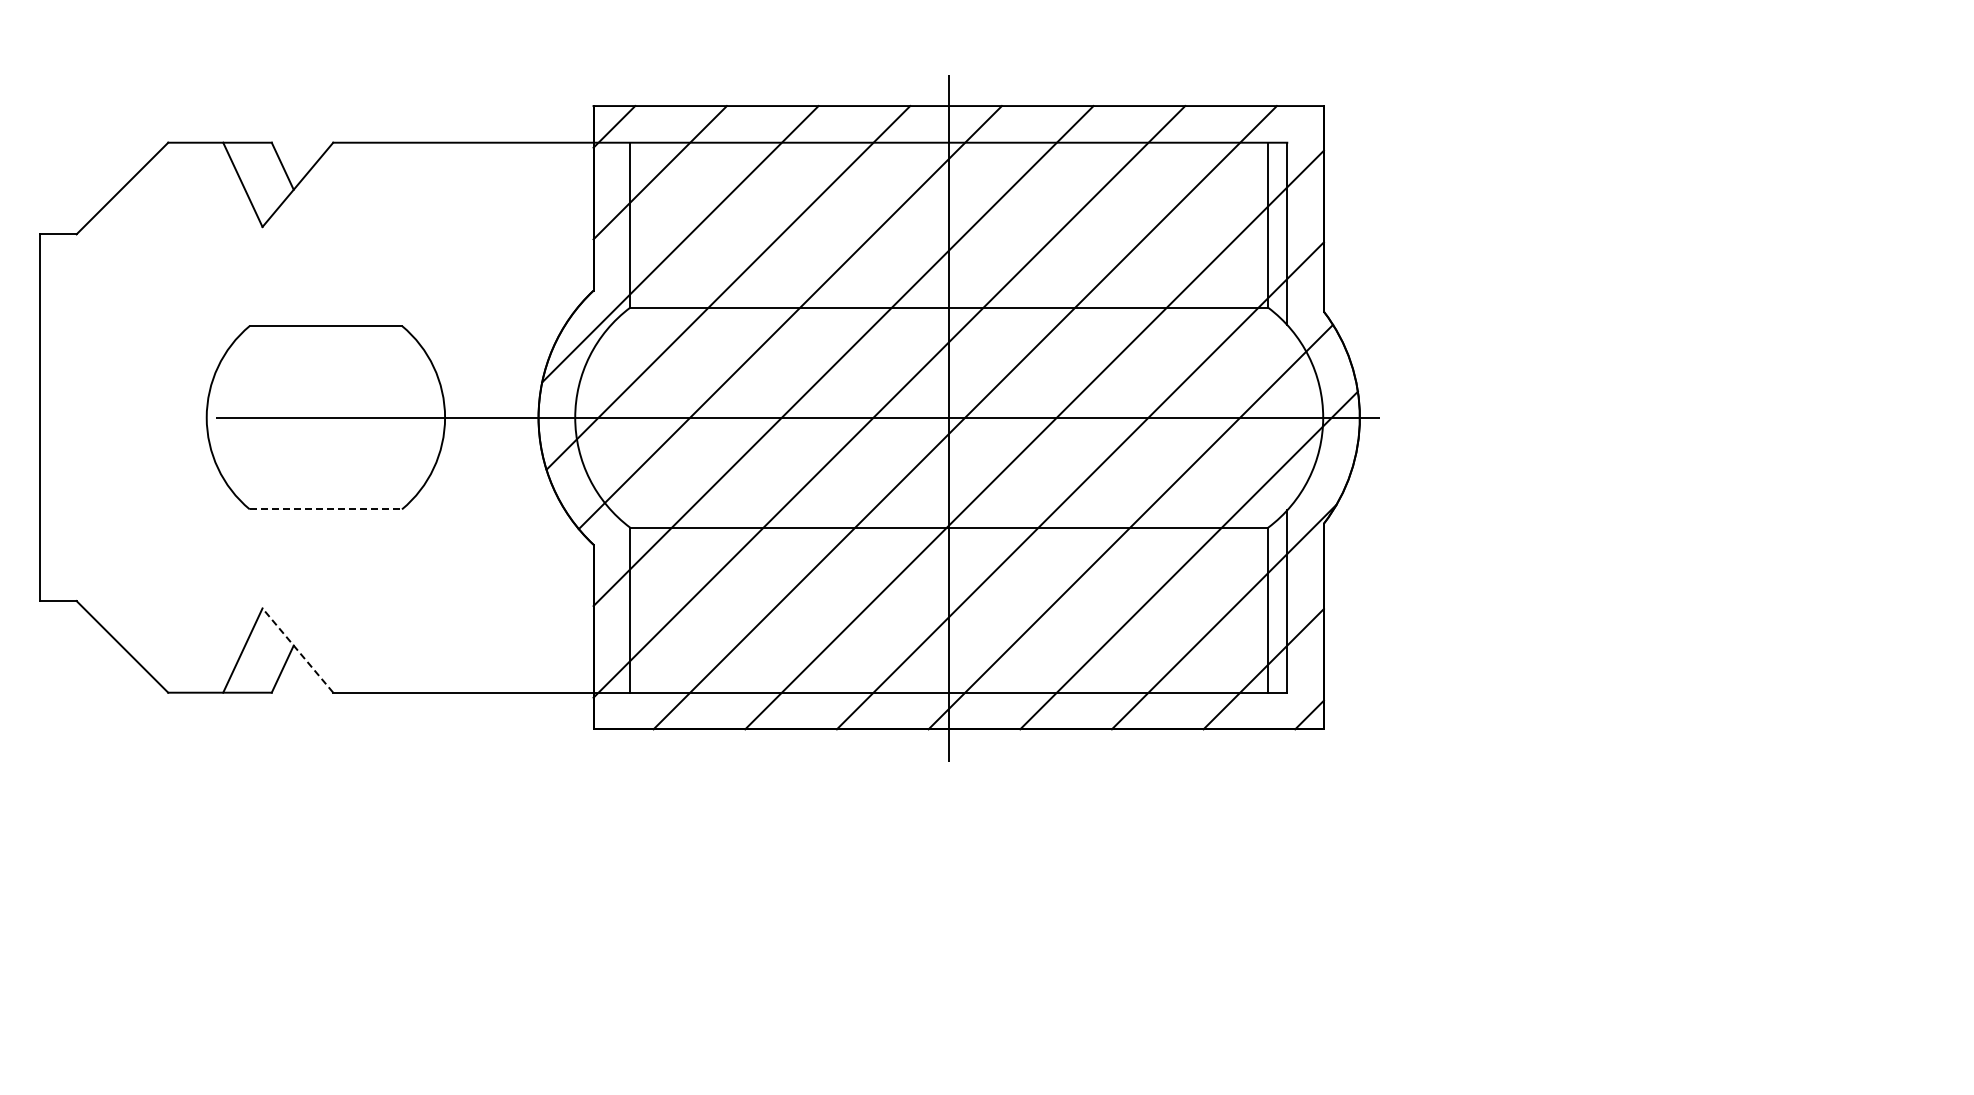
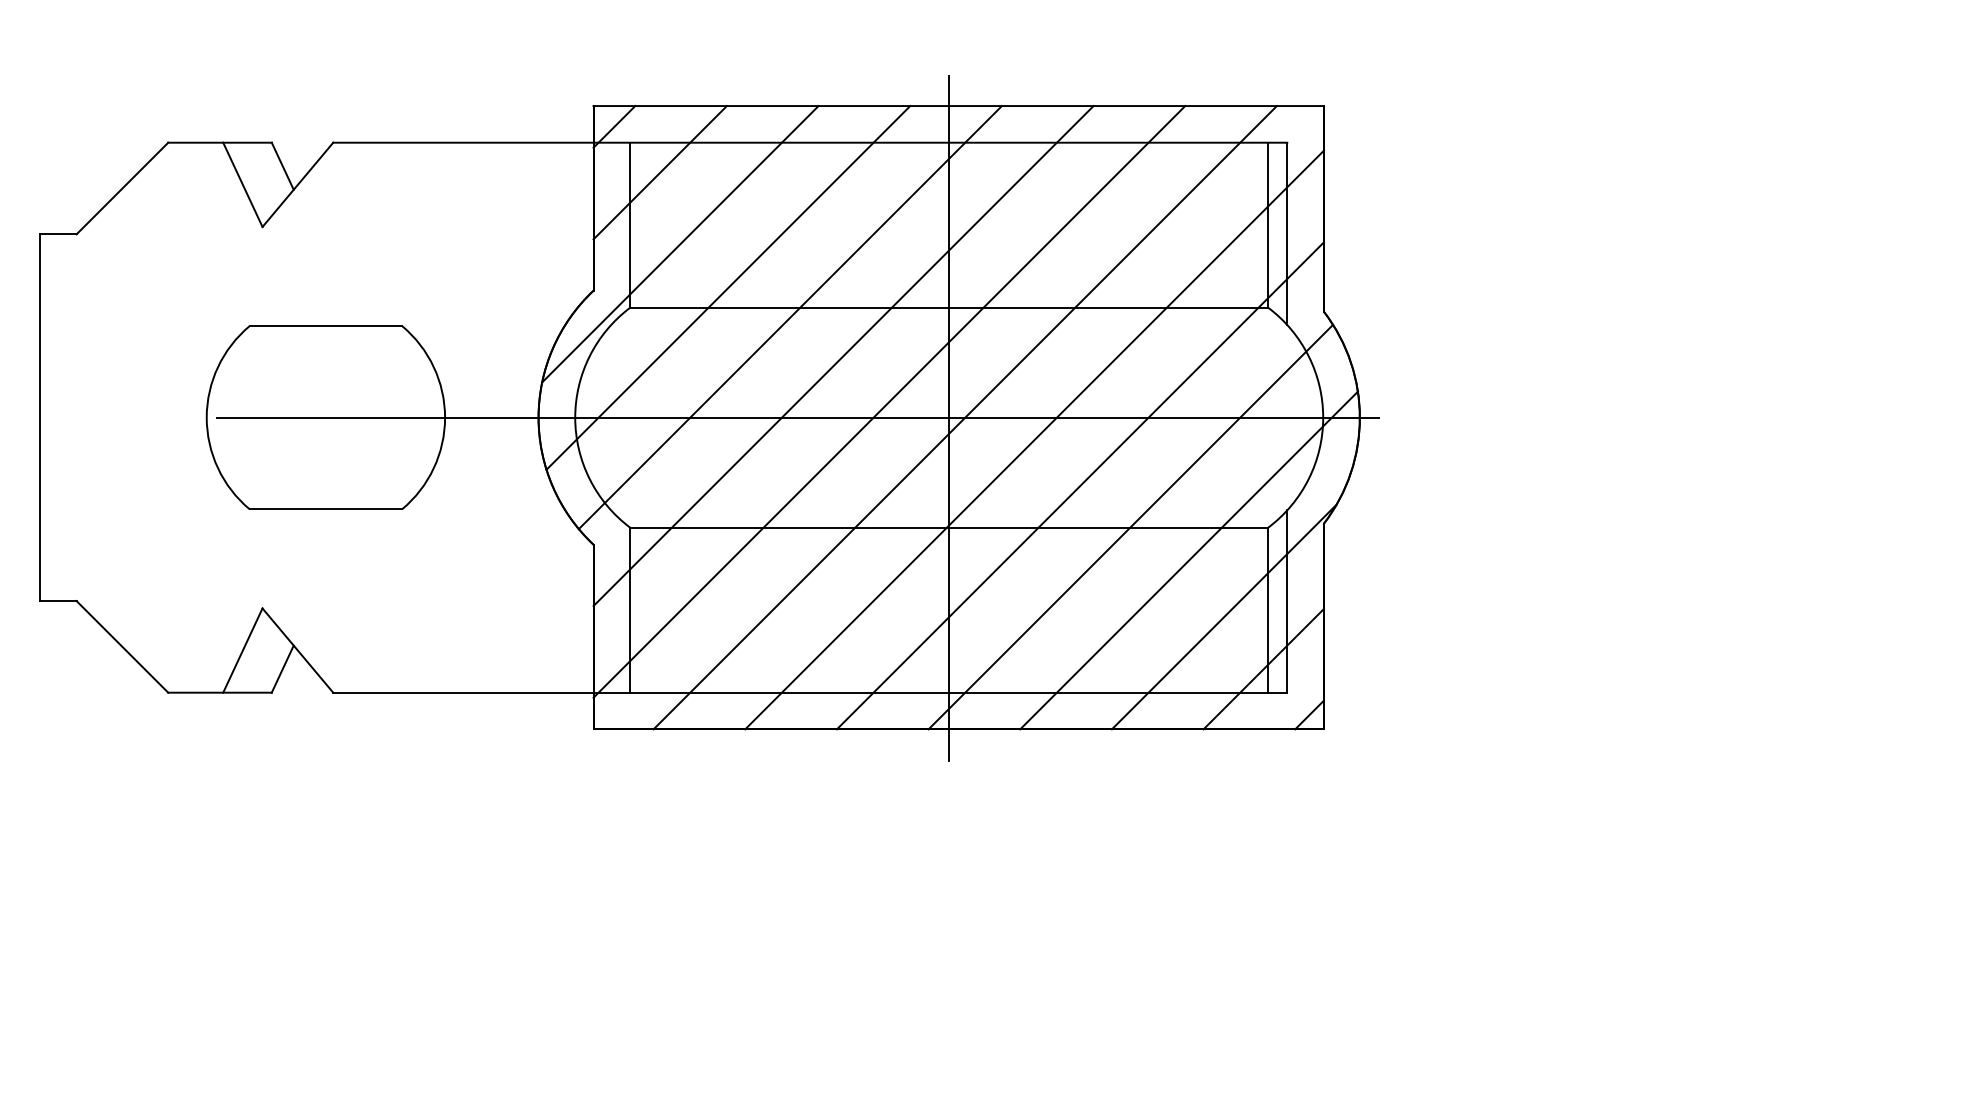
line at (326, 509): dashed -> solid
line at (297, 650): dashed -> solid
